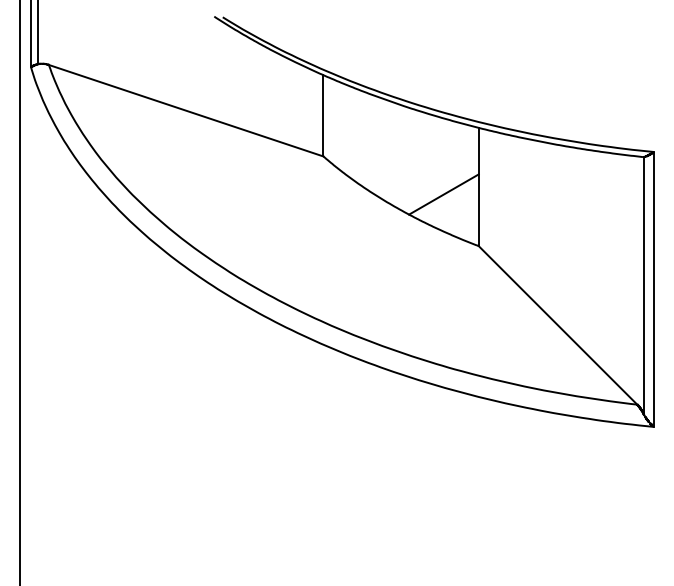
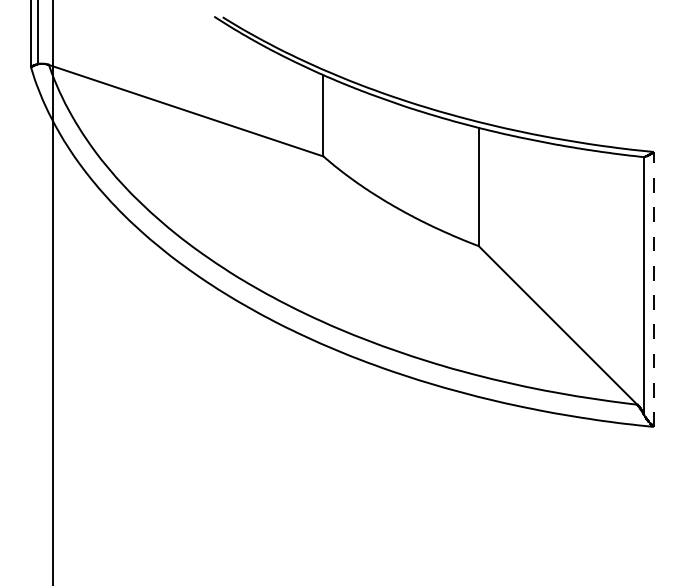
line at (443, 194): present -> none
line at (653, 288): solid -> dashed
line at (20, 292) position: (20, 292) -> (53, 292)
